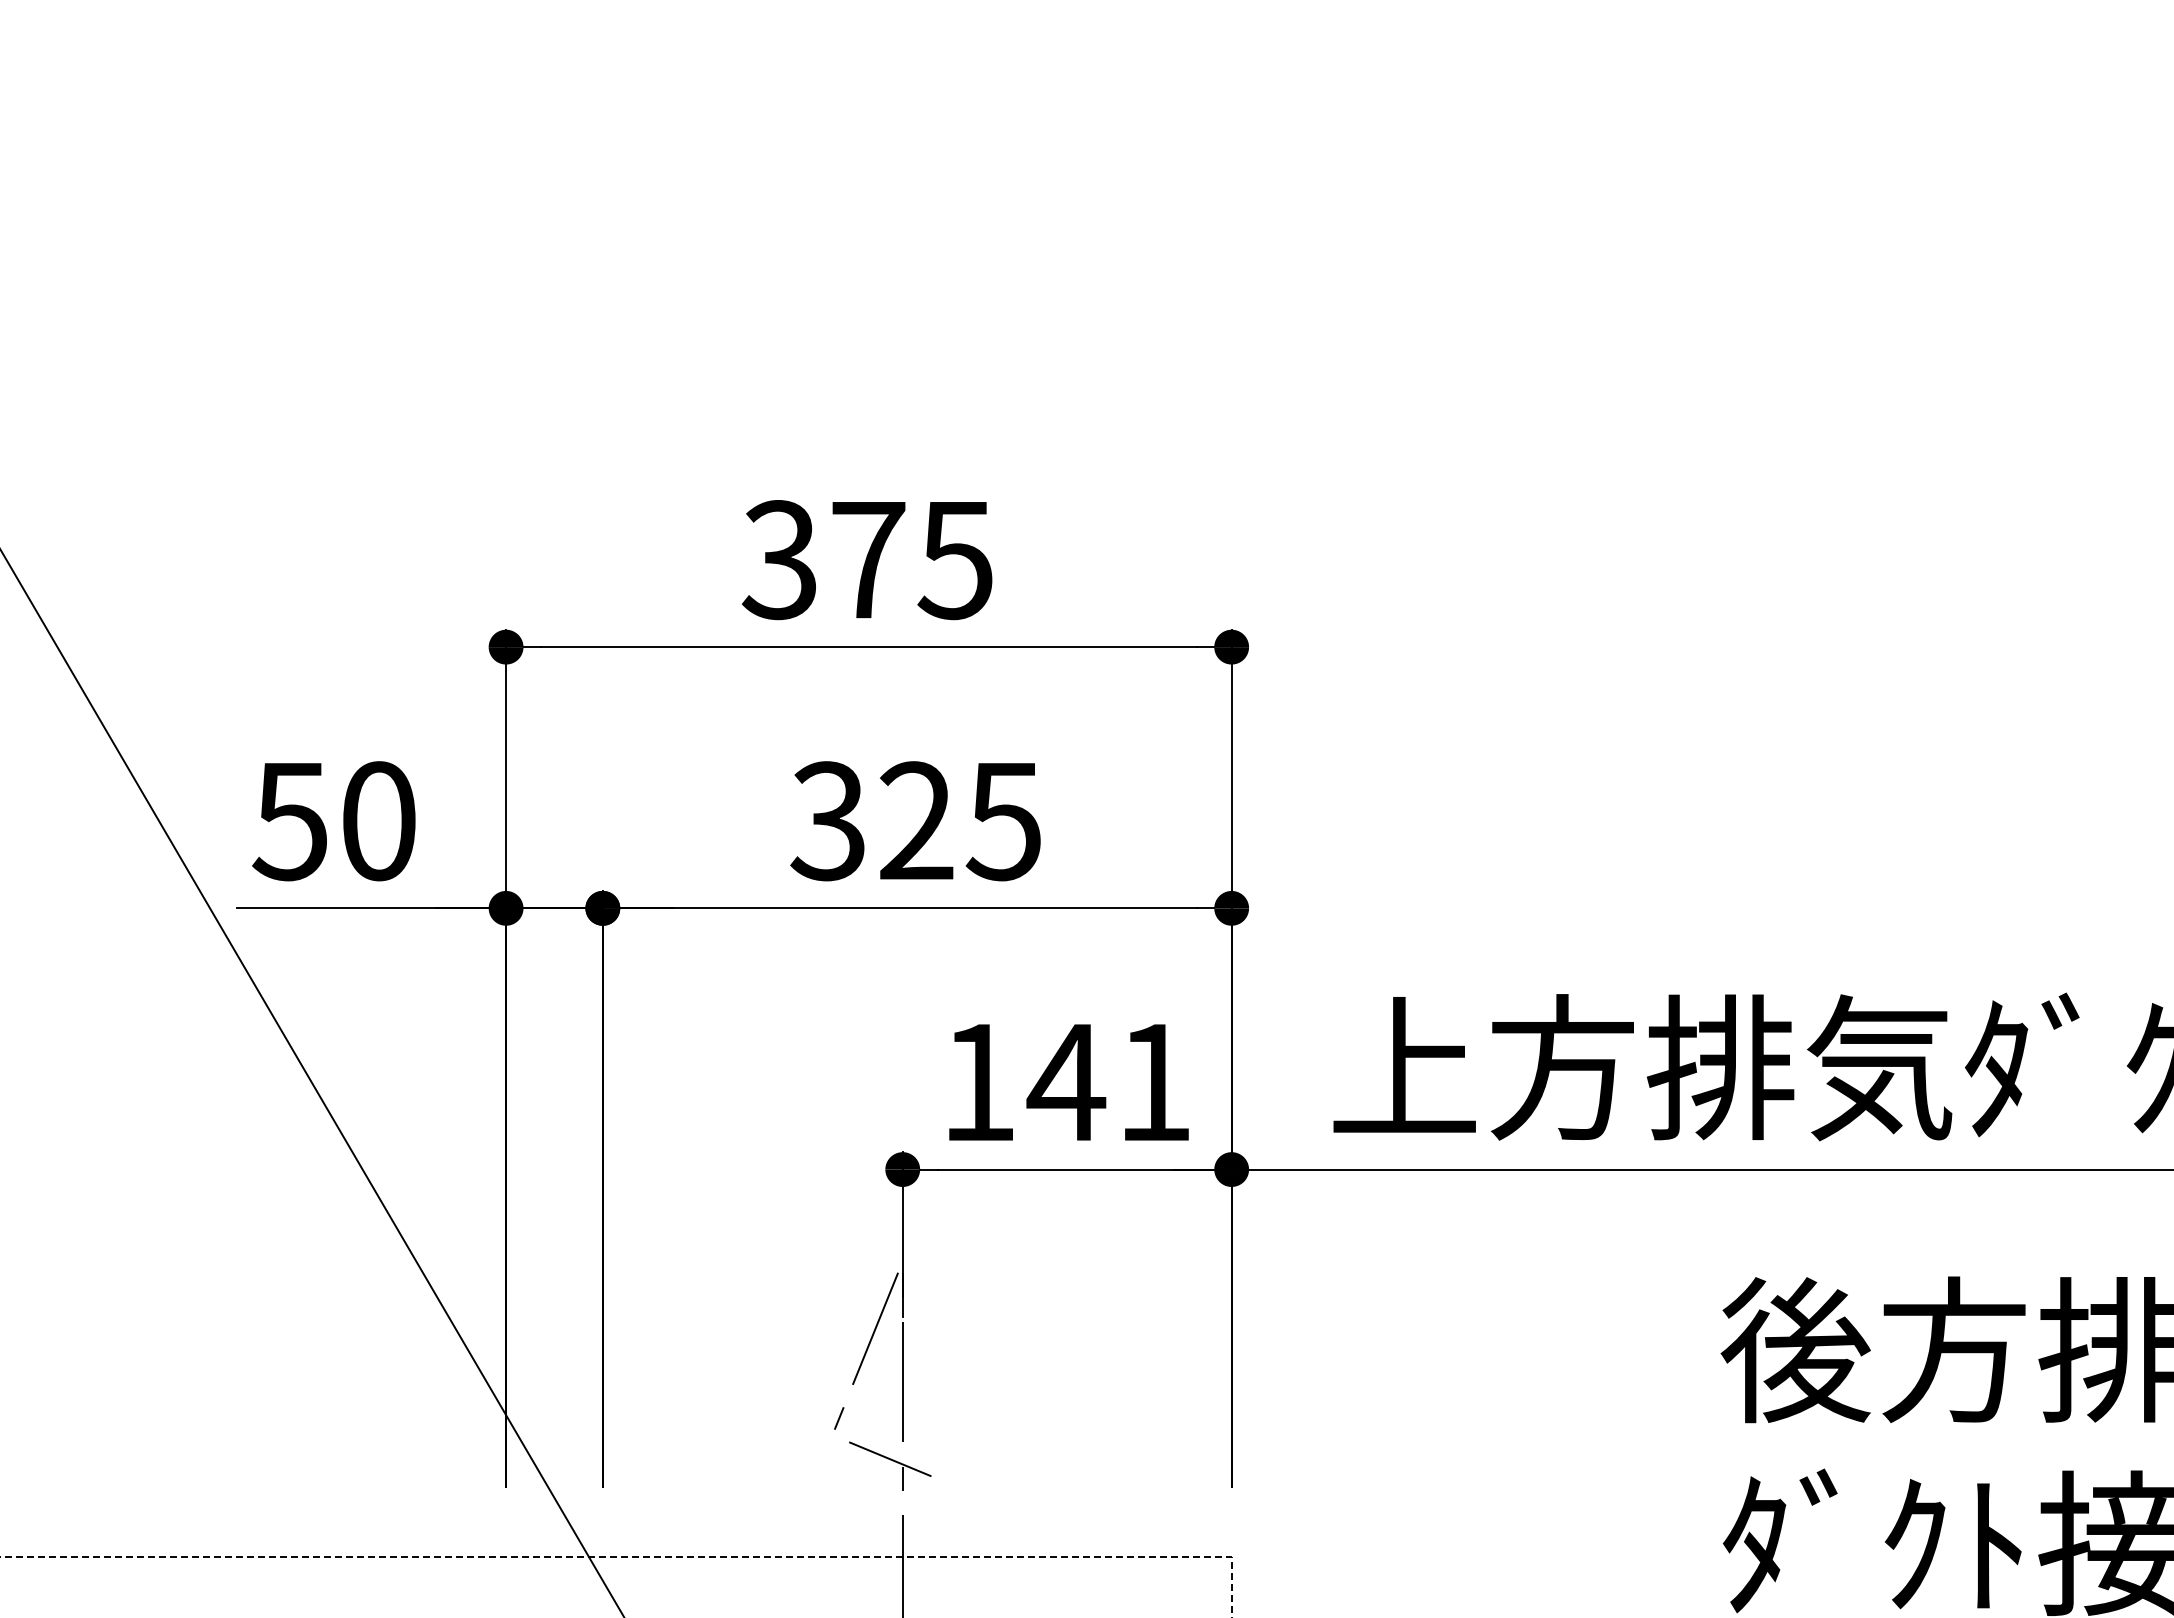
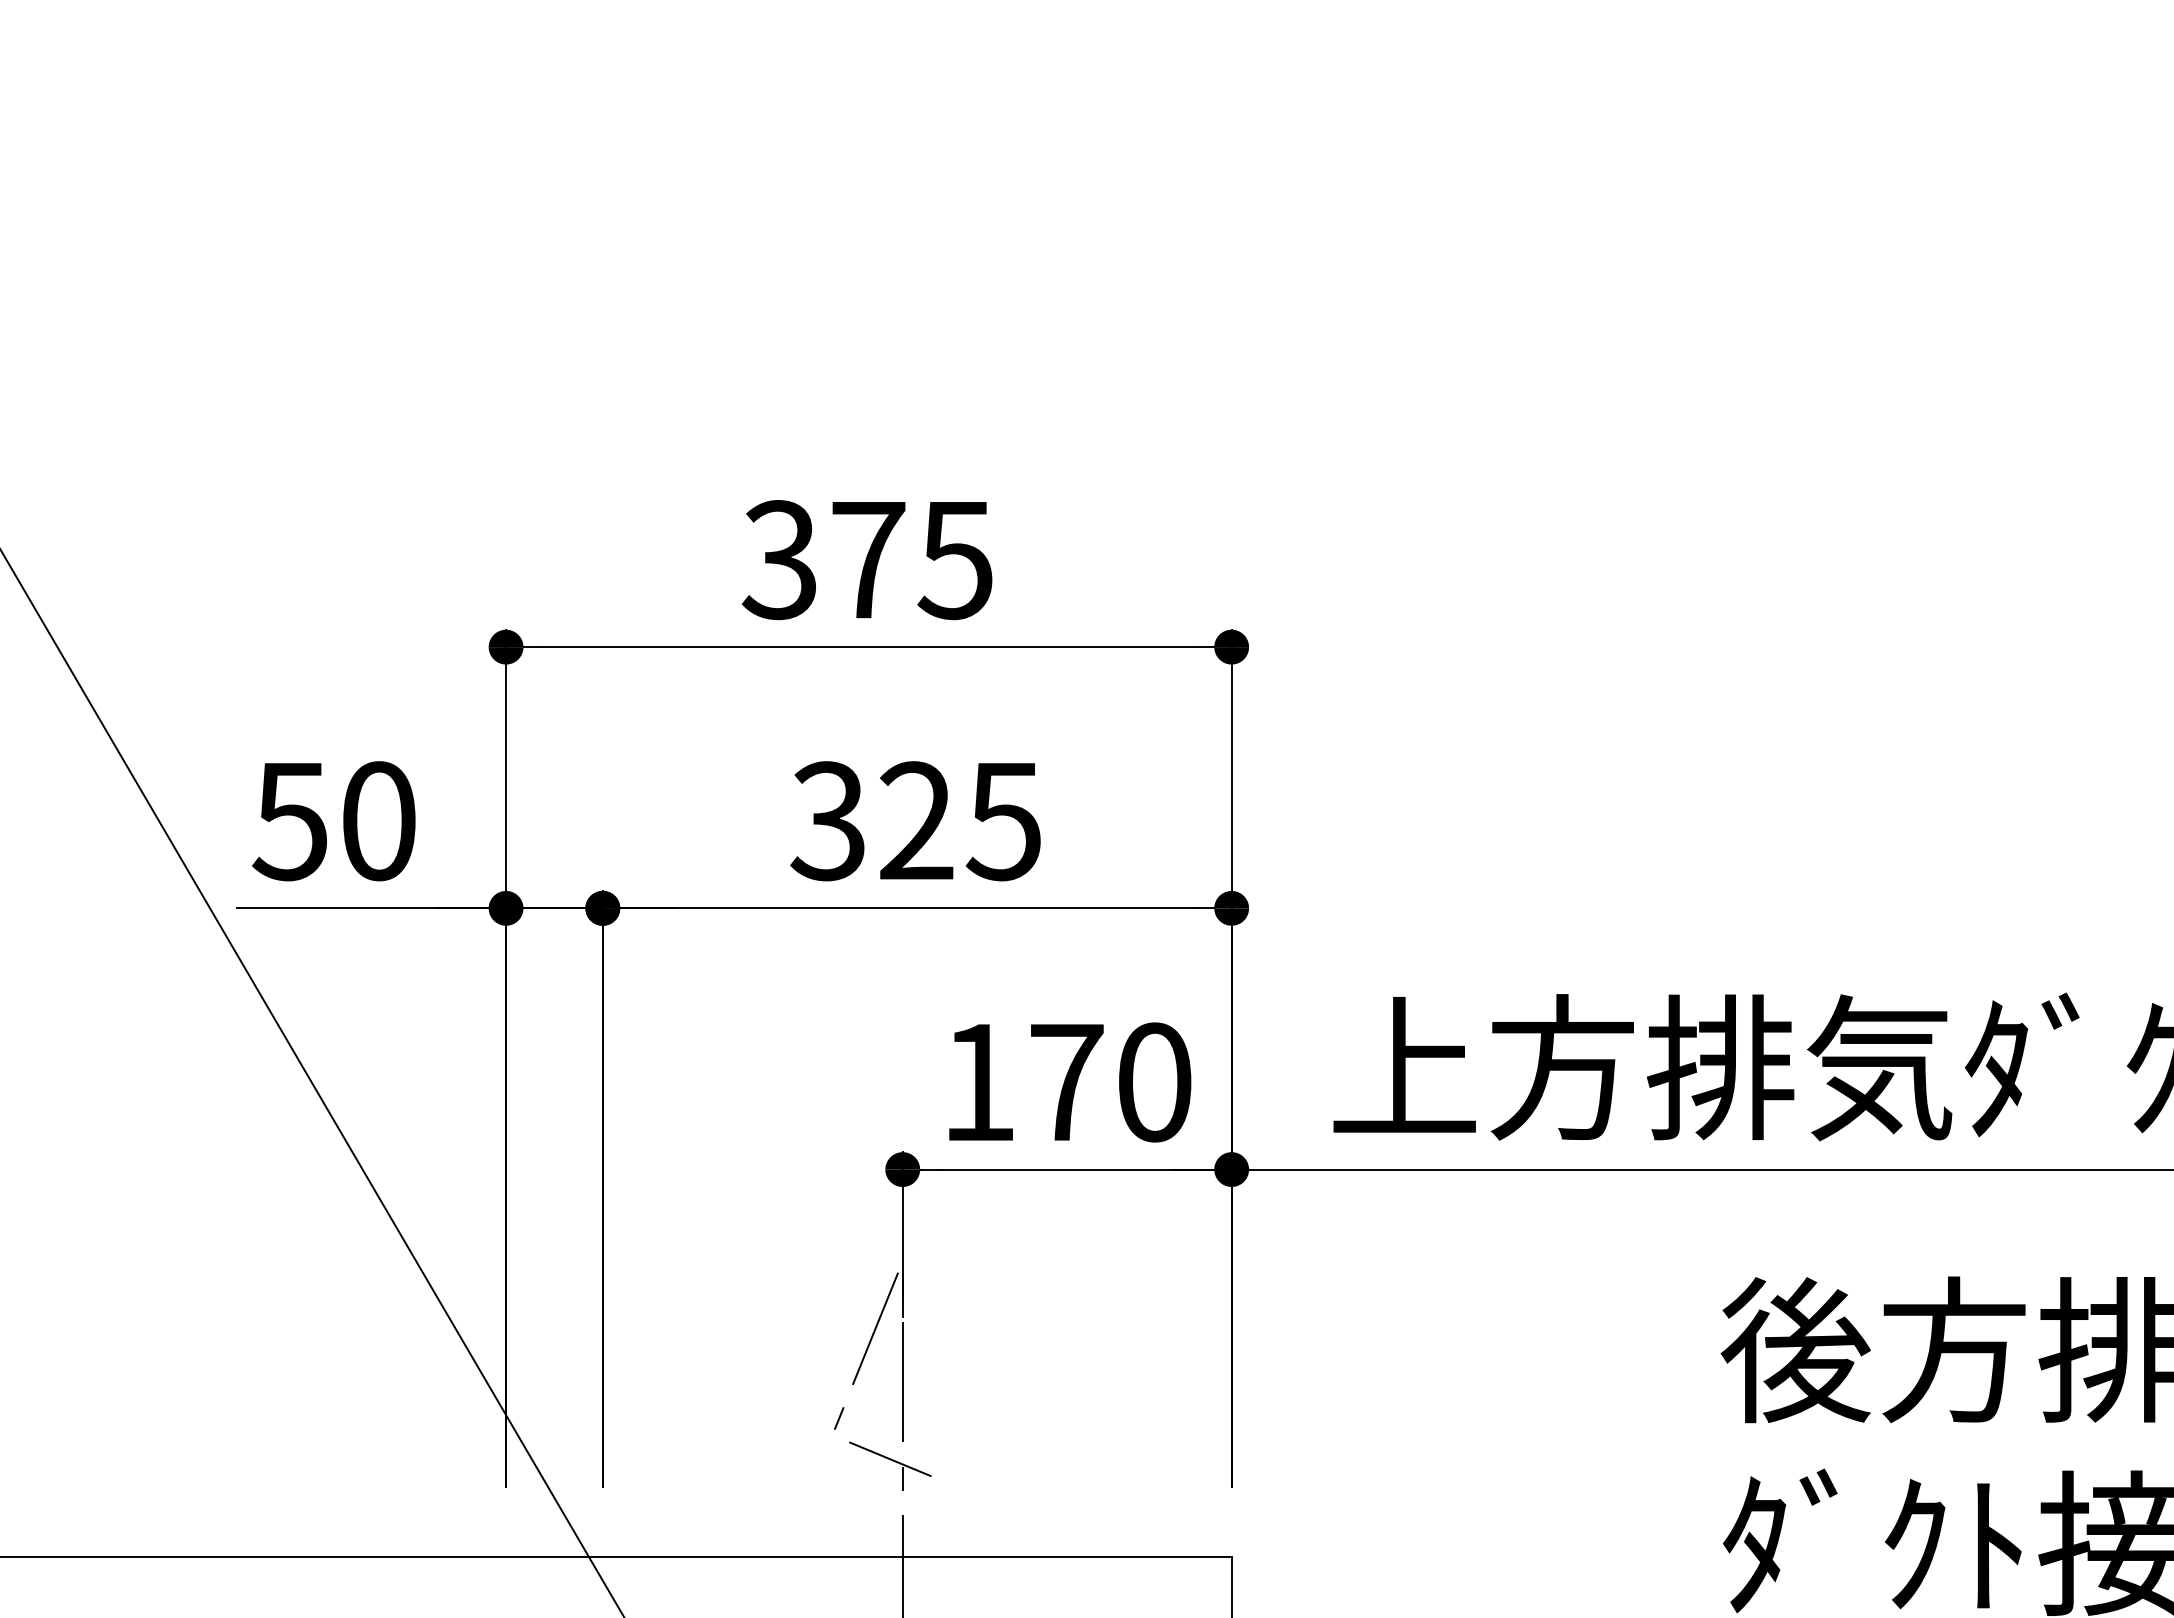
text at (1108, 1082): 141 -> 170
line at (647, 1556): dashed -> solid
